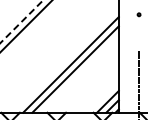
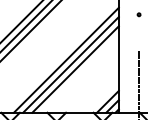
line at (22, 21): dashed -> solid
line at (30, 30): none -> present
line at (65, 59): none -> present
